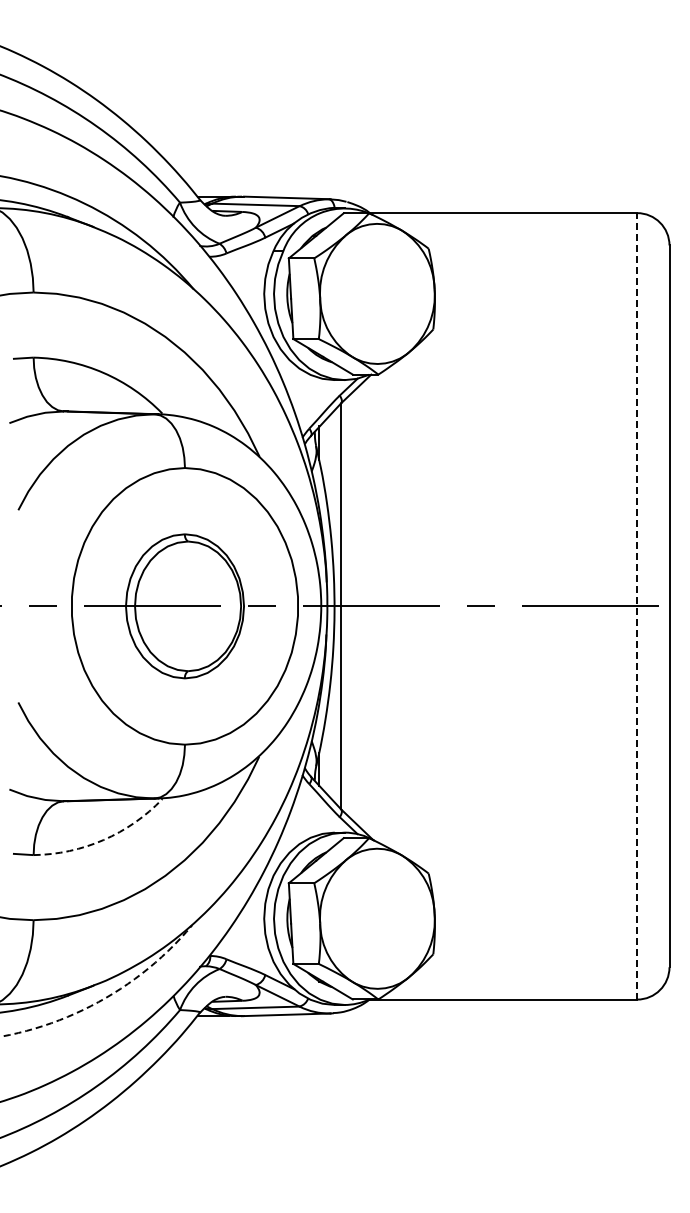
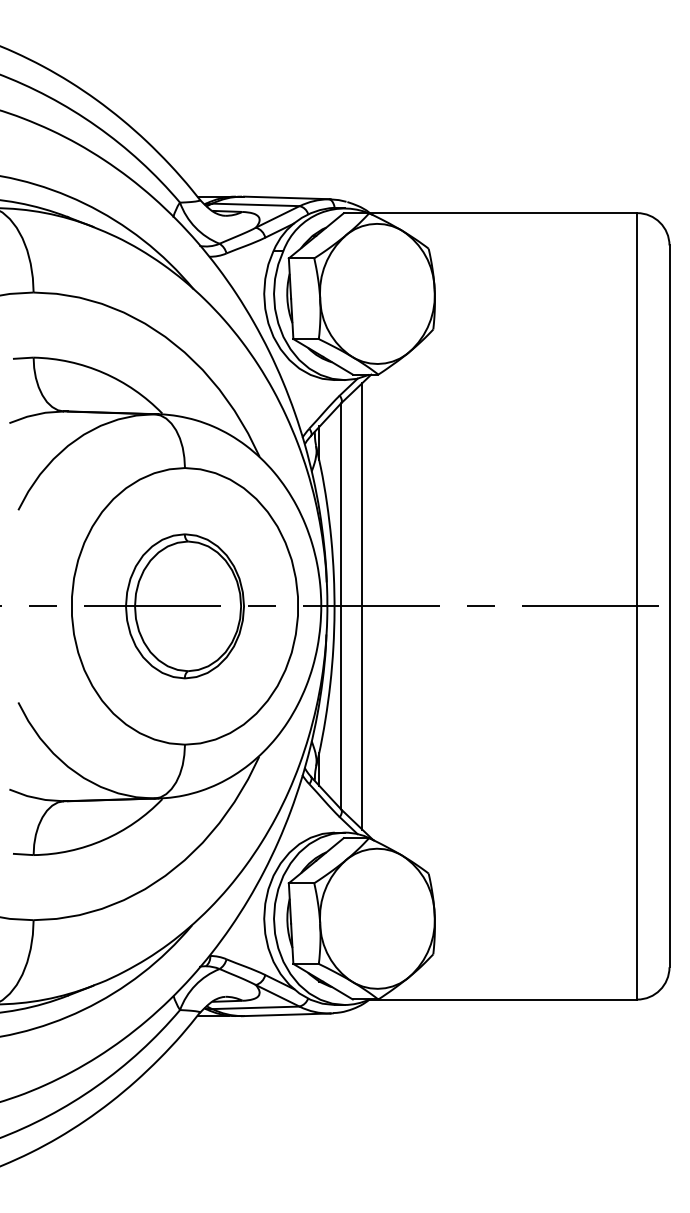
line at (637, 605): dashed -> solid
line at (362, 606): none -> present
arc at (103, 840): dashed -> solid
arc at (105, 998): dashed -> solid
